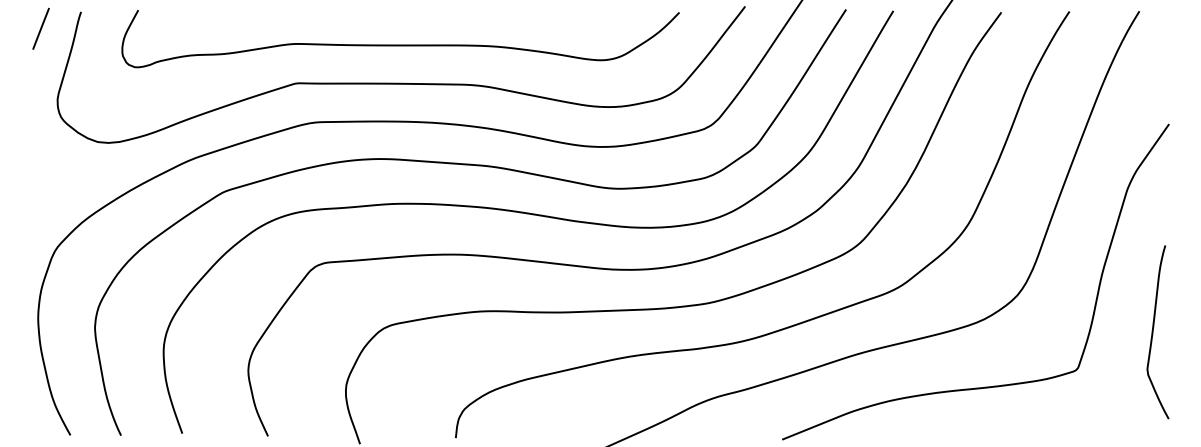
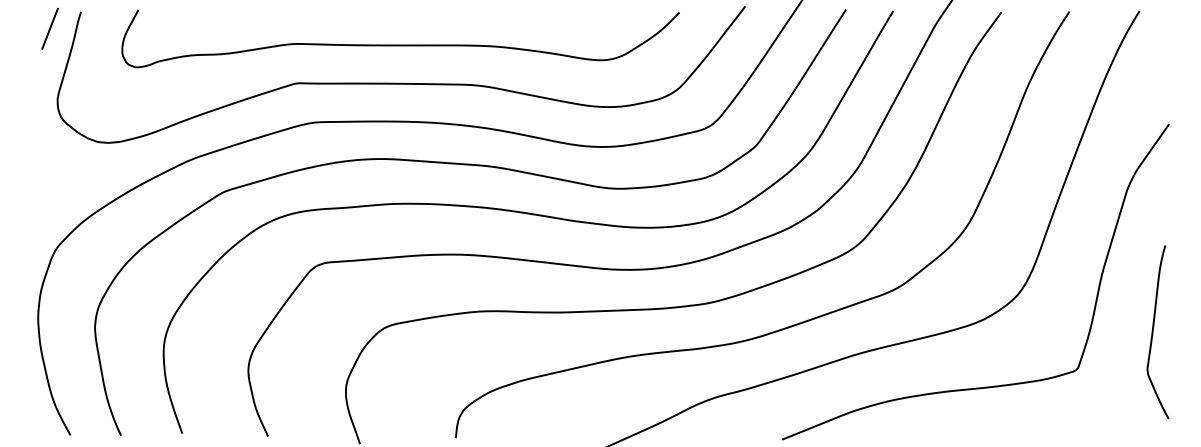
line at (40, 28) position: (40, 28) -> (49, 28)
